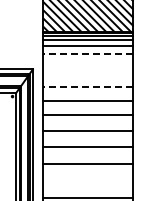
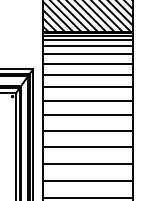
line at (87, 54): dashed -> solid
line at (88, 63): none -> present
line at (88, 74): none -> present
line at (87, 87): dashed -> solid
line at (88, 181): none -> present
